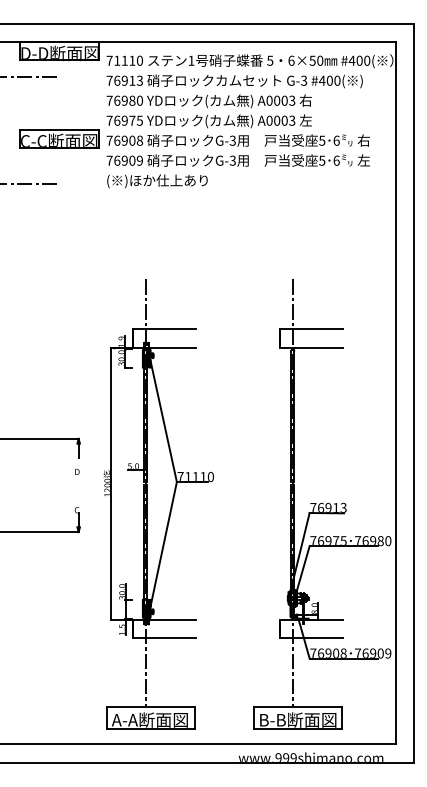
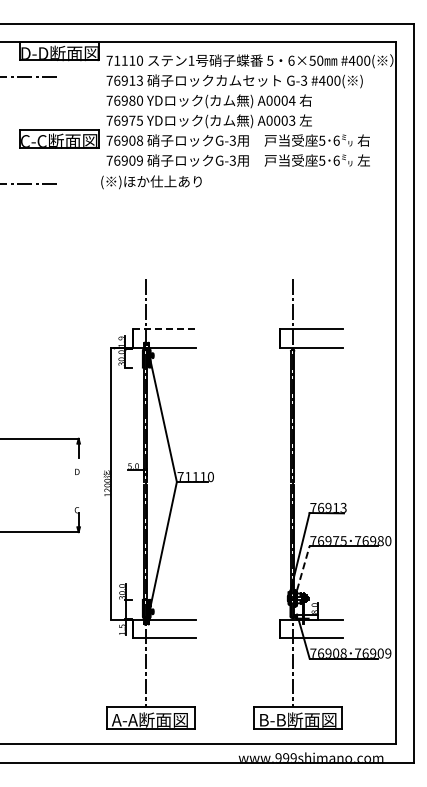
text at (291, 100): A0003 -> A0004
text at (157, 181) position: (157, 181) -> (151, 182)
line at (165, 328): solid -> dashed
line at (303, 567): solid -> dashed
